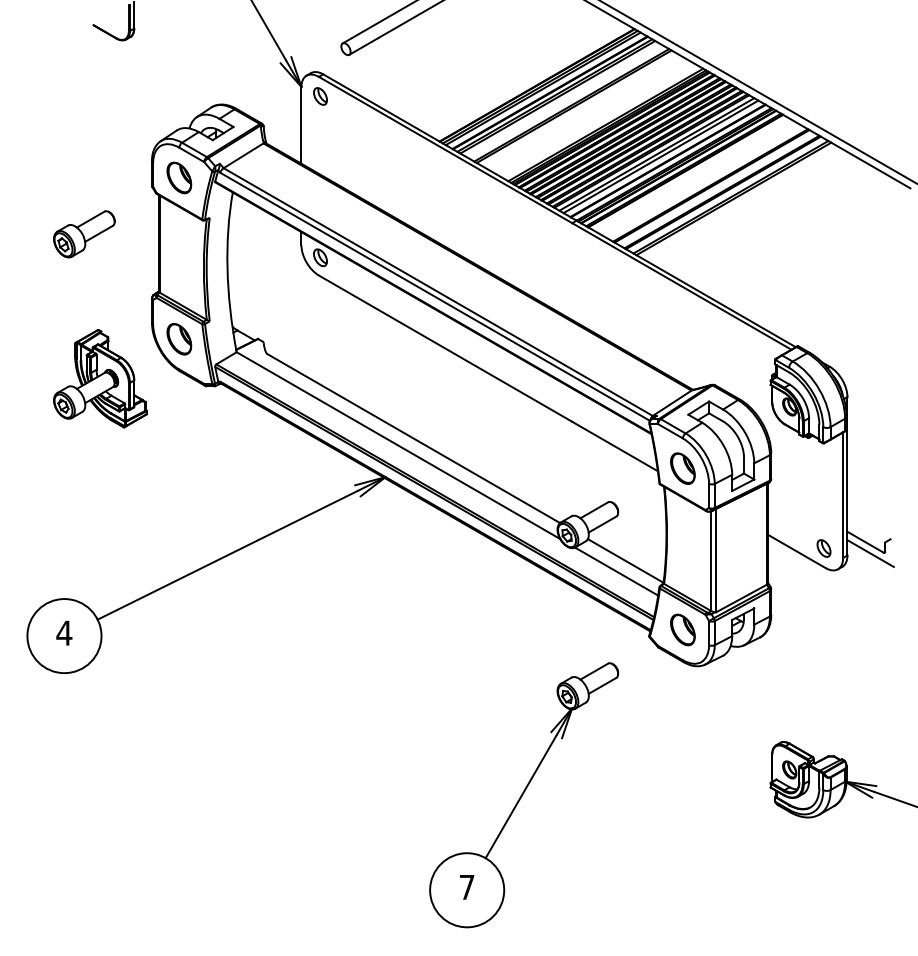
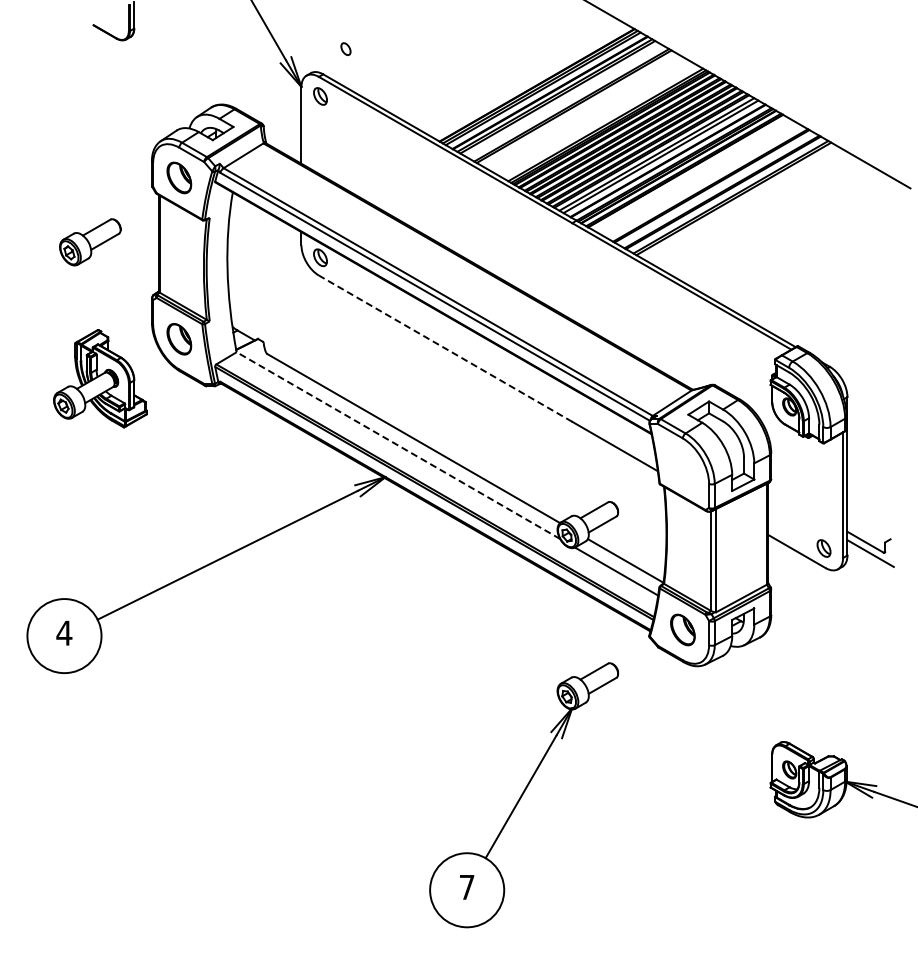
line at (378, 22): present -> none
line at (394, 28): present -> none
line at (758, 92): present -> none
part at (84, 234) position: (84, 234) -> (90, 242)
line at (445, 348): solid -> dashed
line at (398, 445): solid -> dashed
part at (682, 468): present -> none
